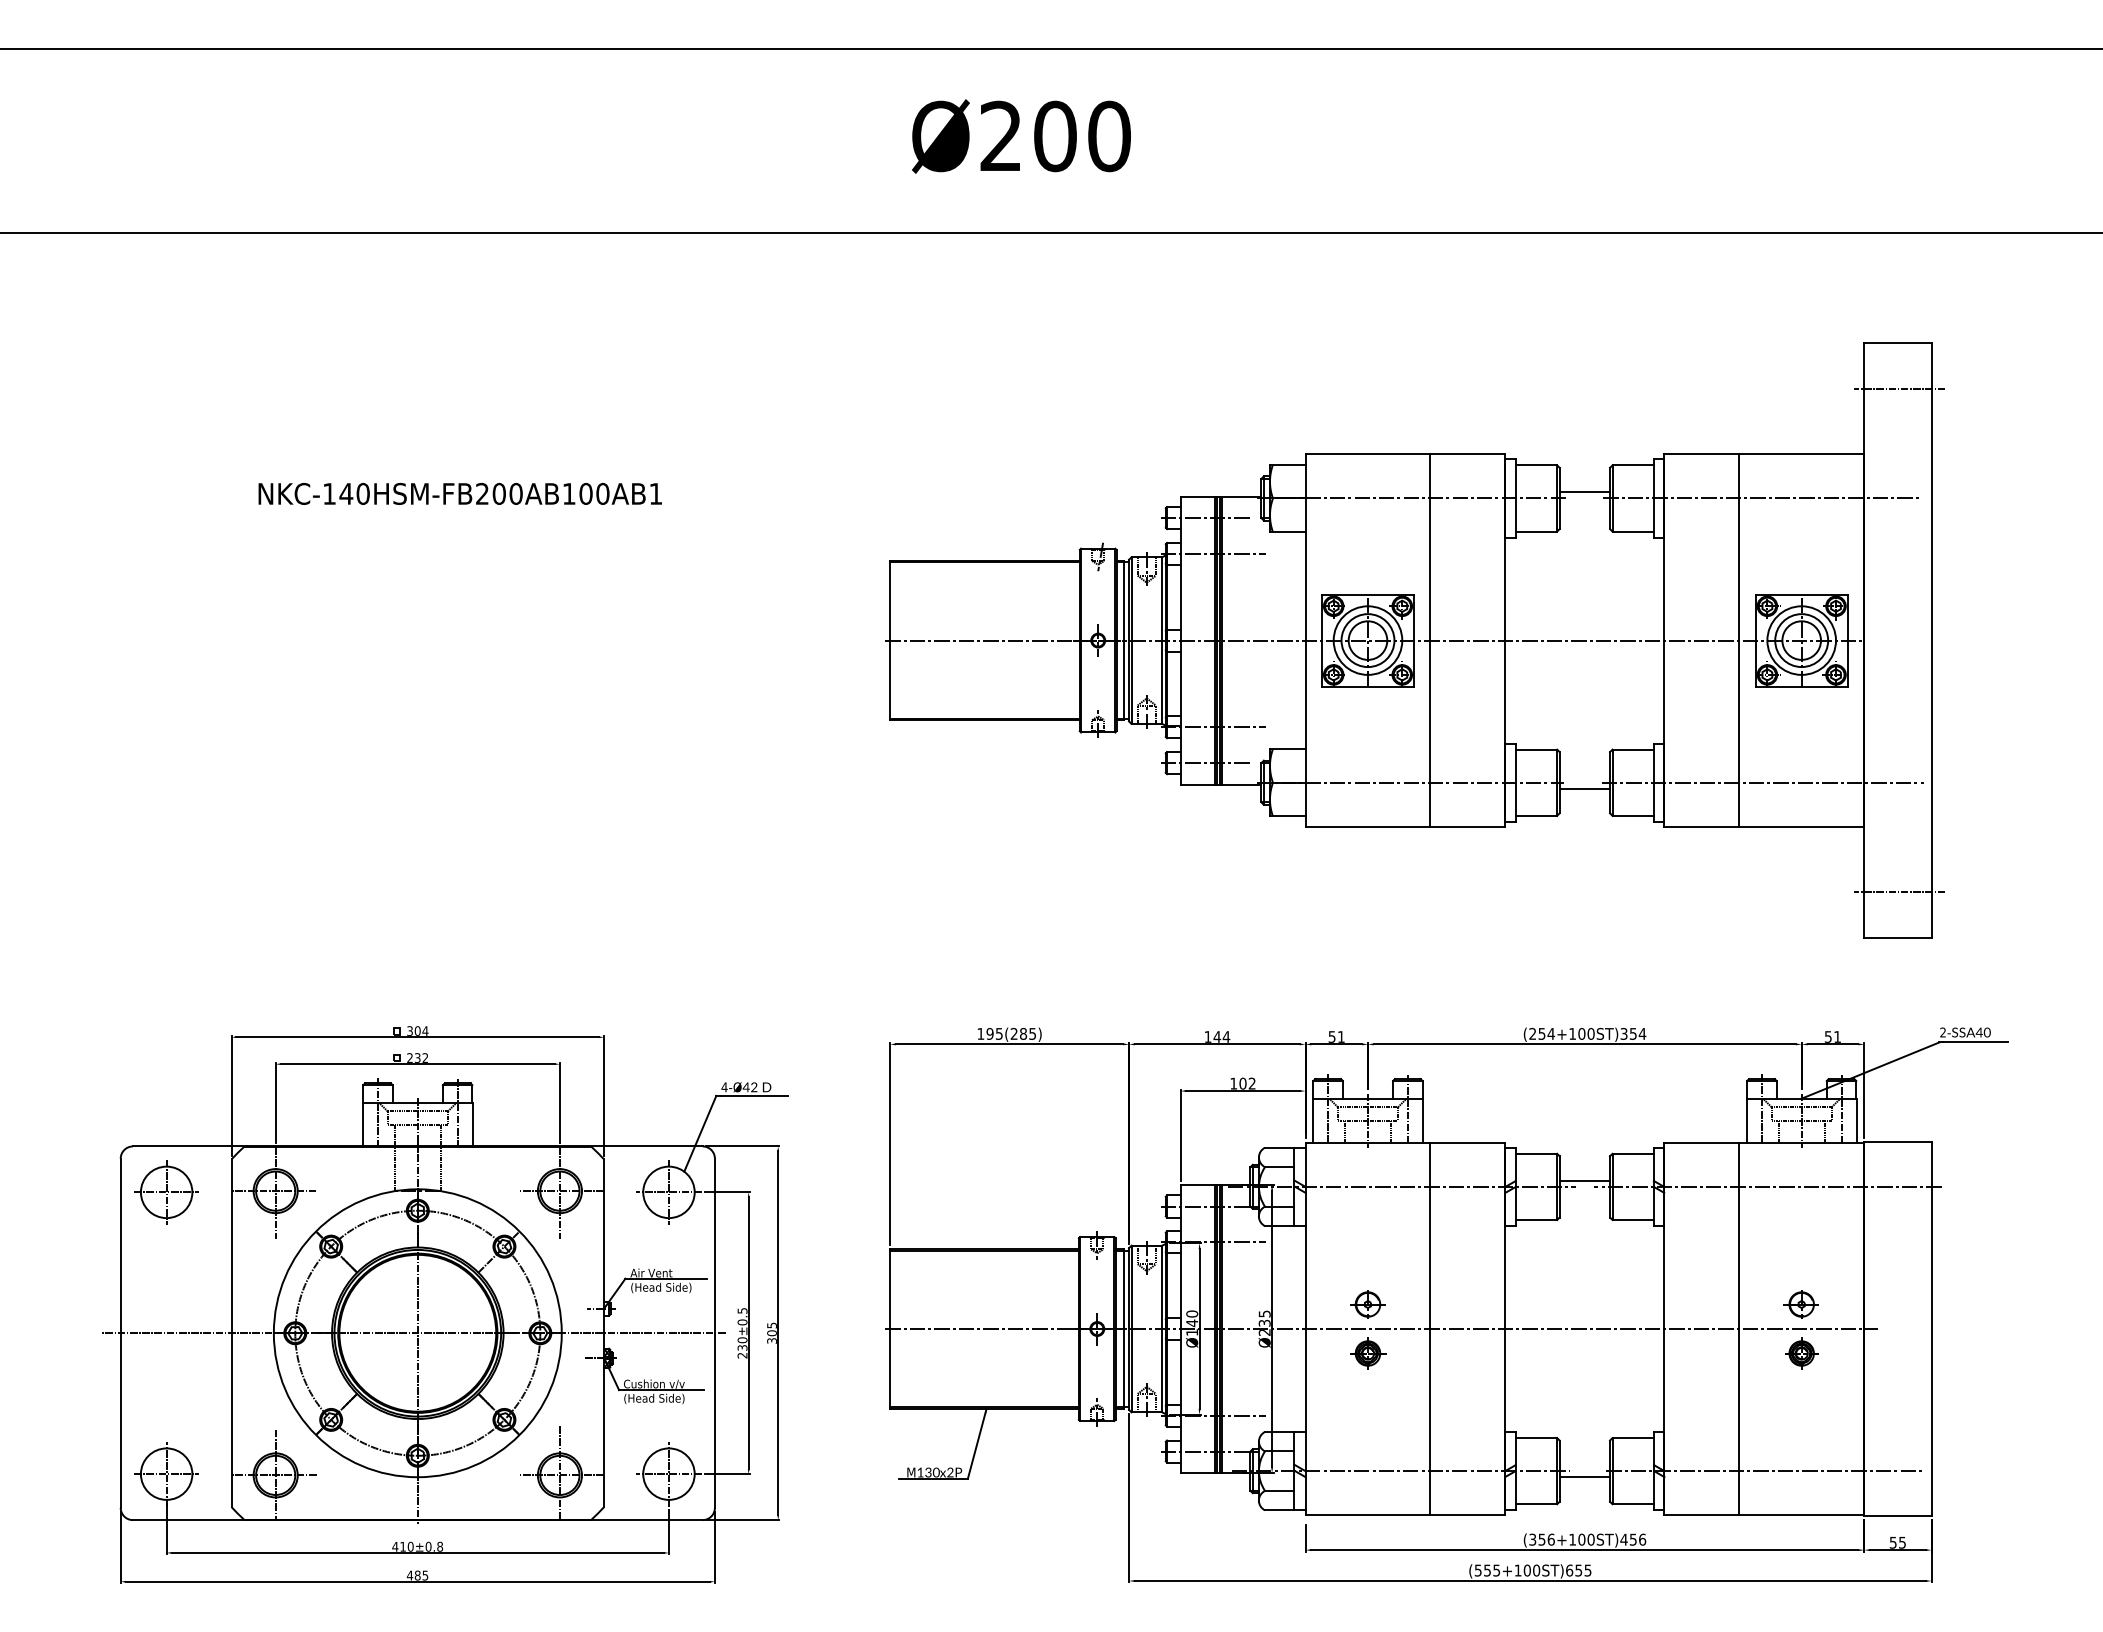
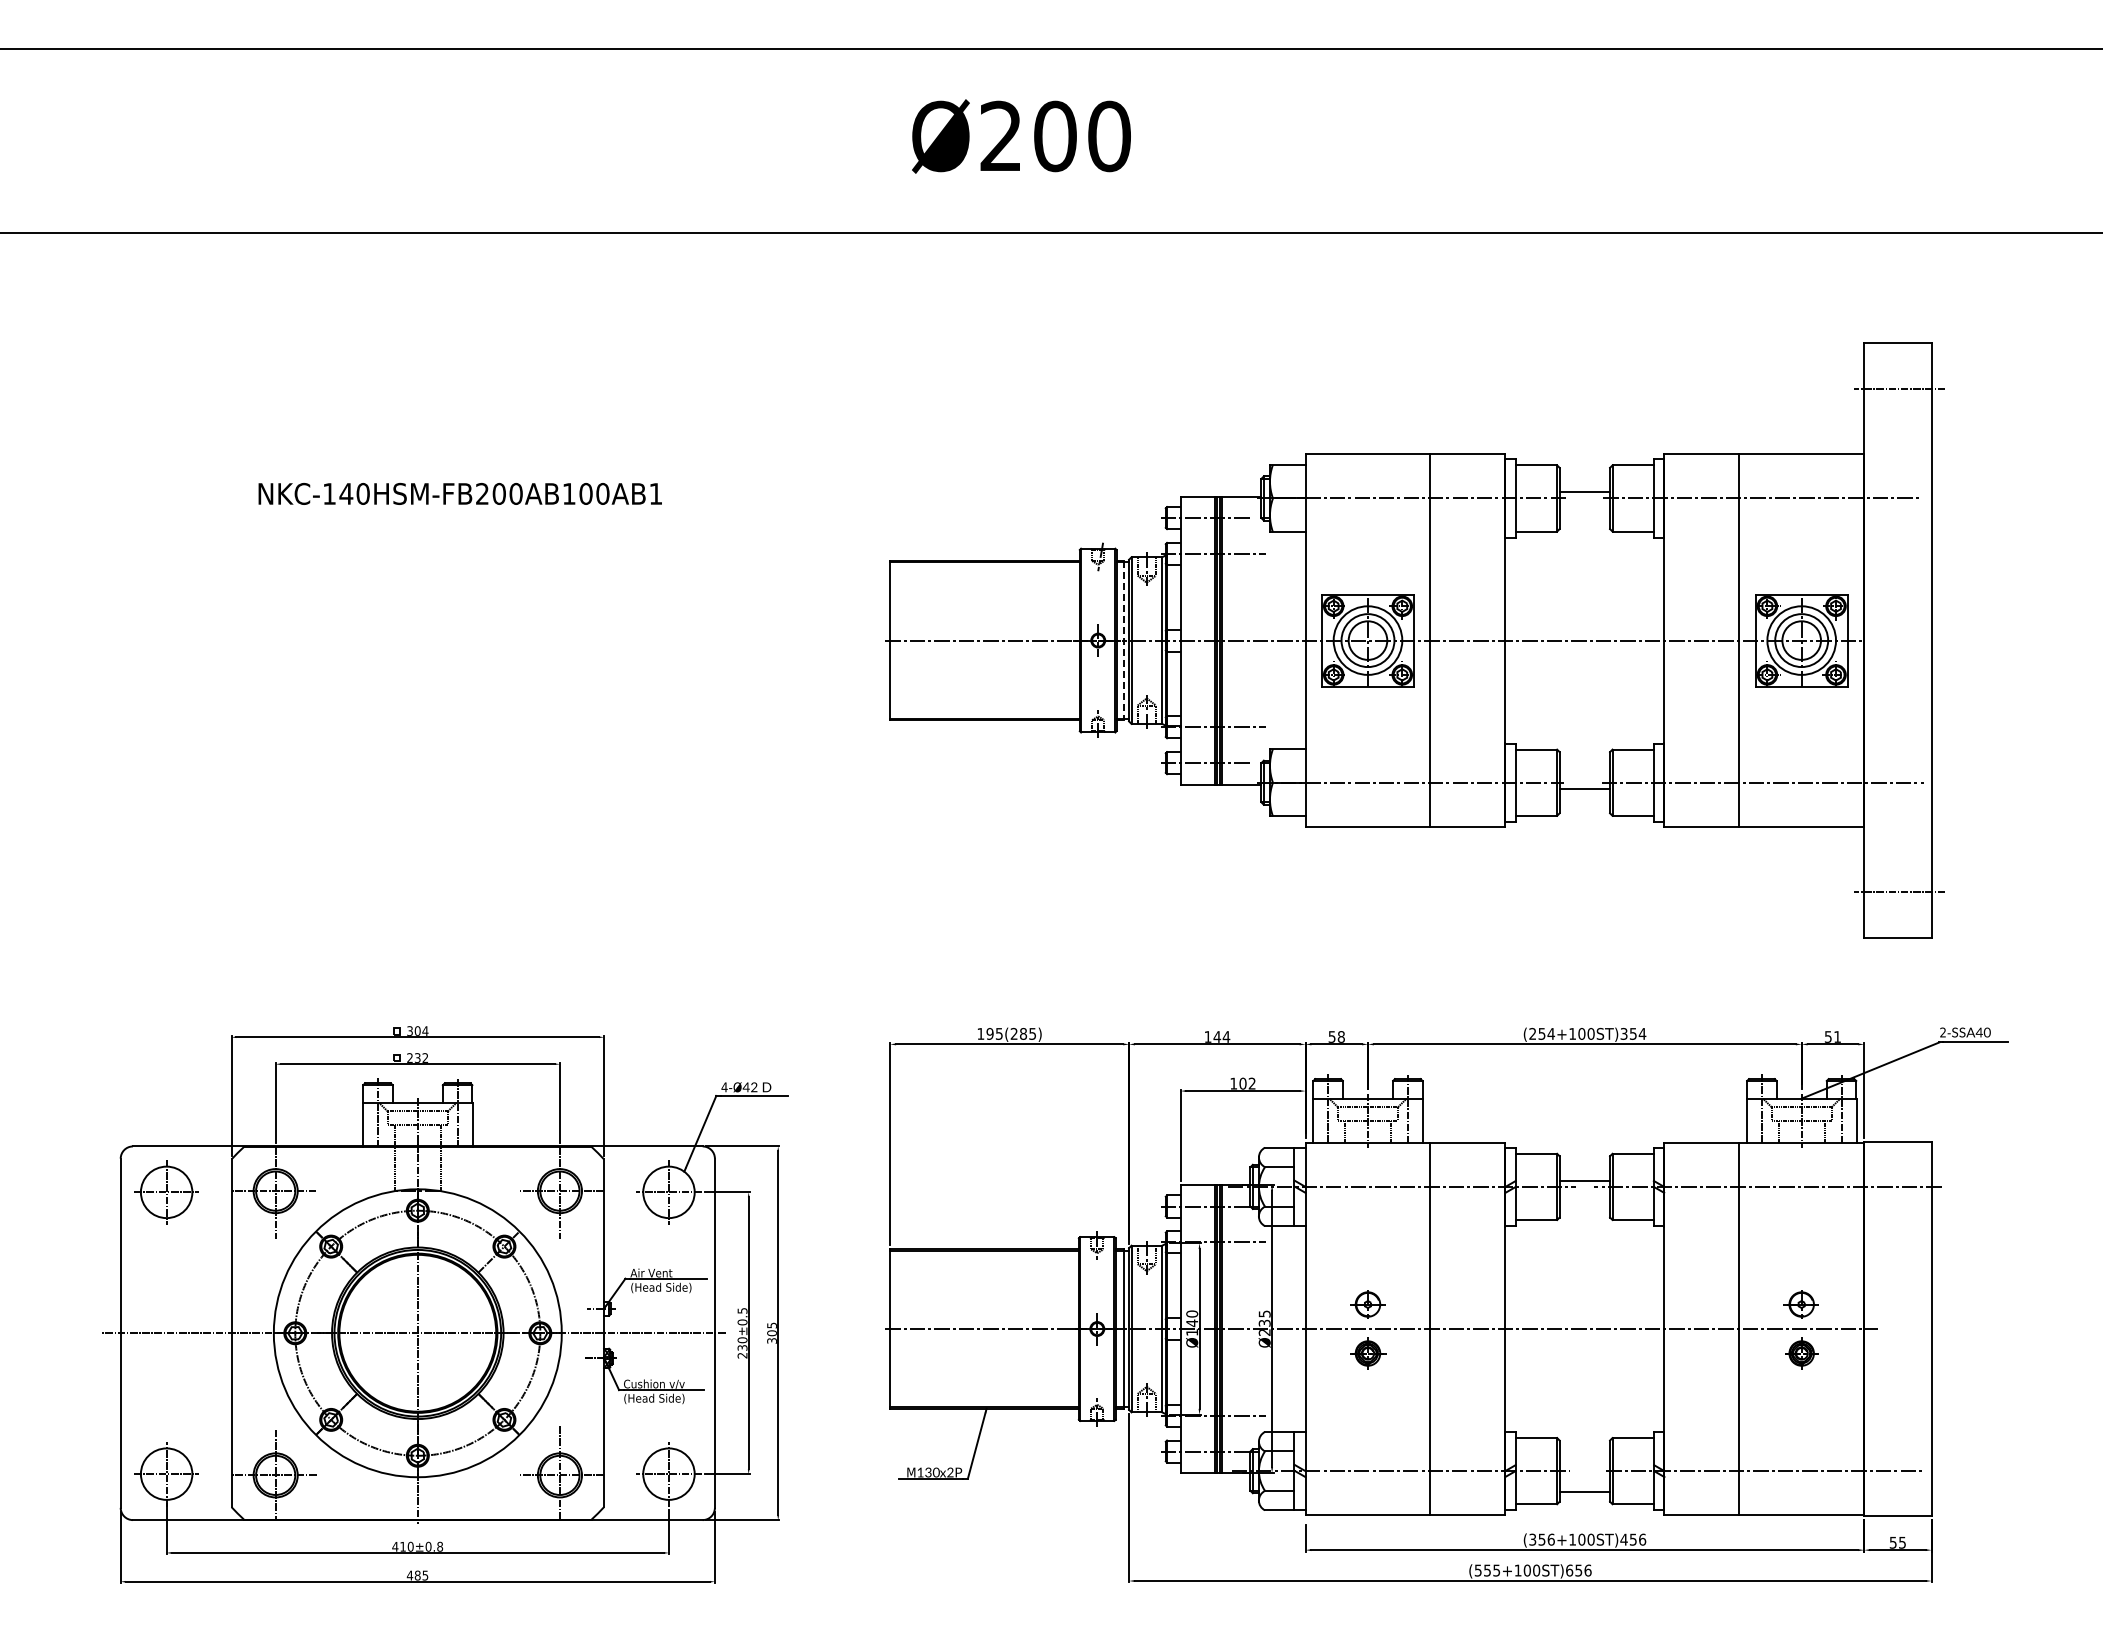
line at (1124, 640): solid -> dashed
text at (1340, 1036): 51 -> 58
line at (1584, 1477) position: (1584, 1477) -> (1584, 1492)
text at (1587, 1570): (555+100ST)655 -> (555+100ST)656
